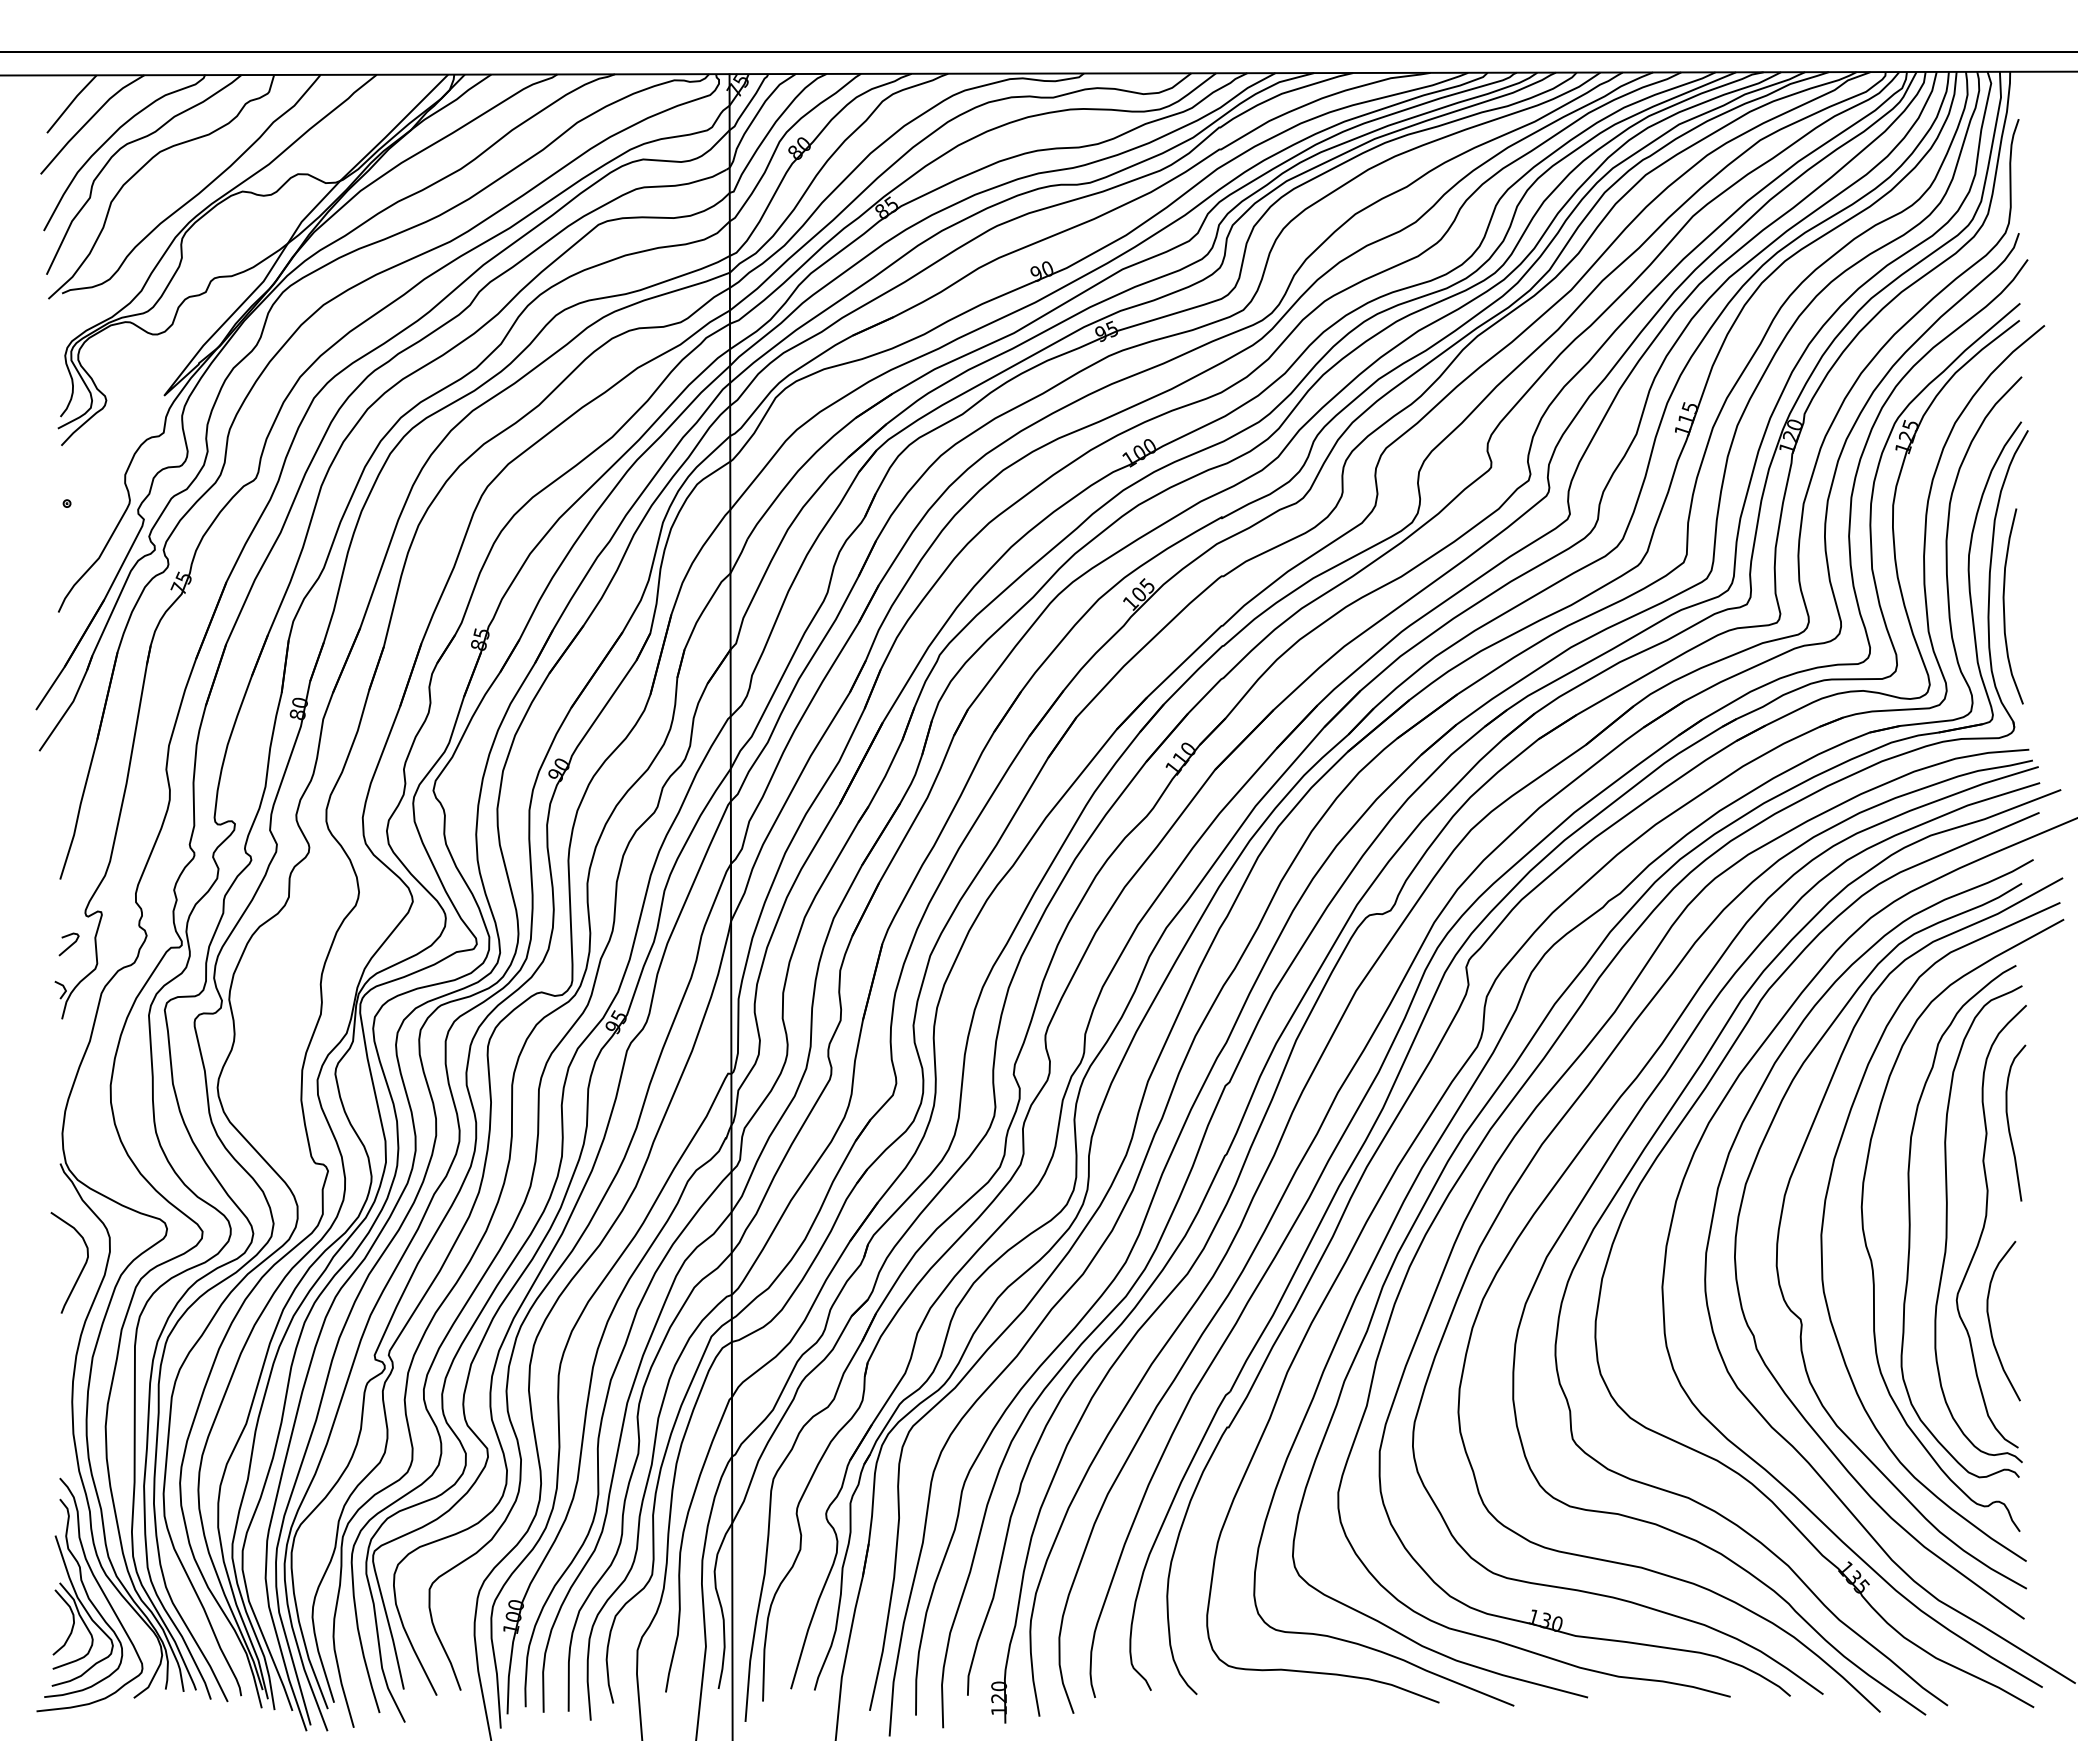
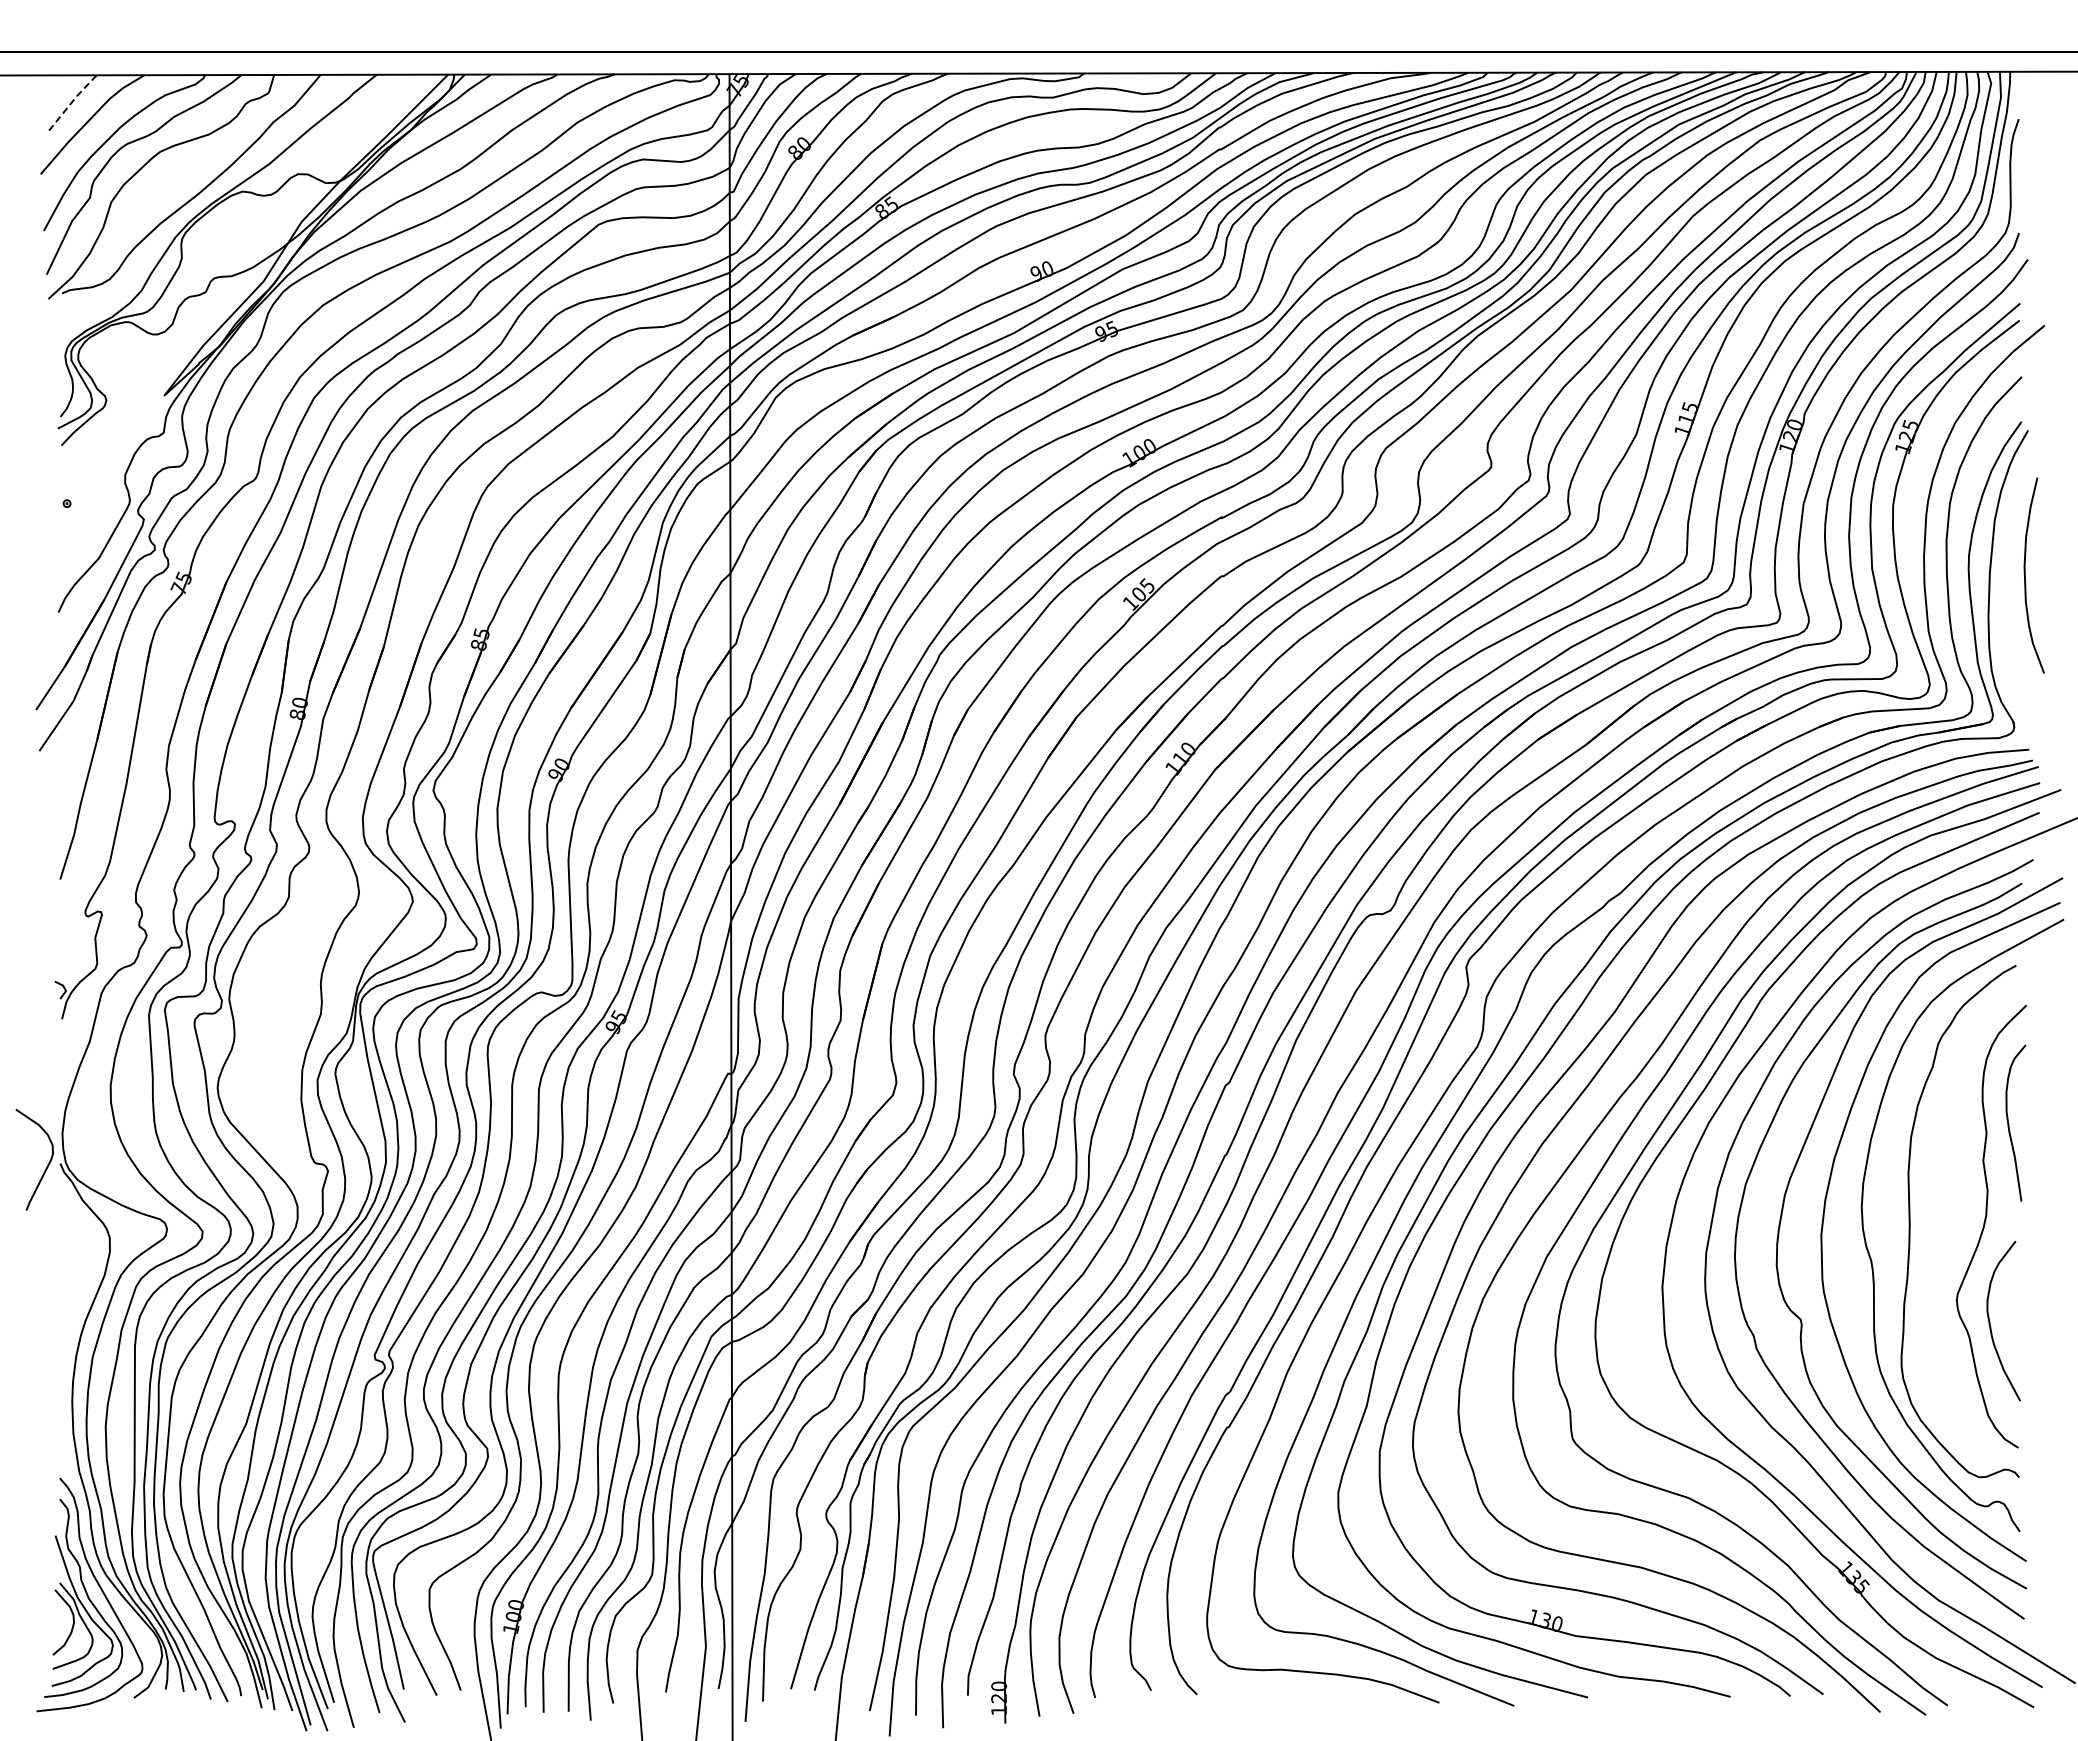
line at (71, 102): solid -> dashed
curve at (2004, 606) position: (2004, 606) -> (2025, 575)
curve at (69, 945): present -> none
curve at (1947, 1224): present -> none
curve at (81, 1269) position: (81, 1269) -> (46, 1166)
